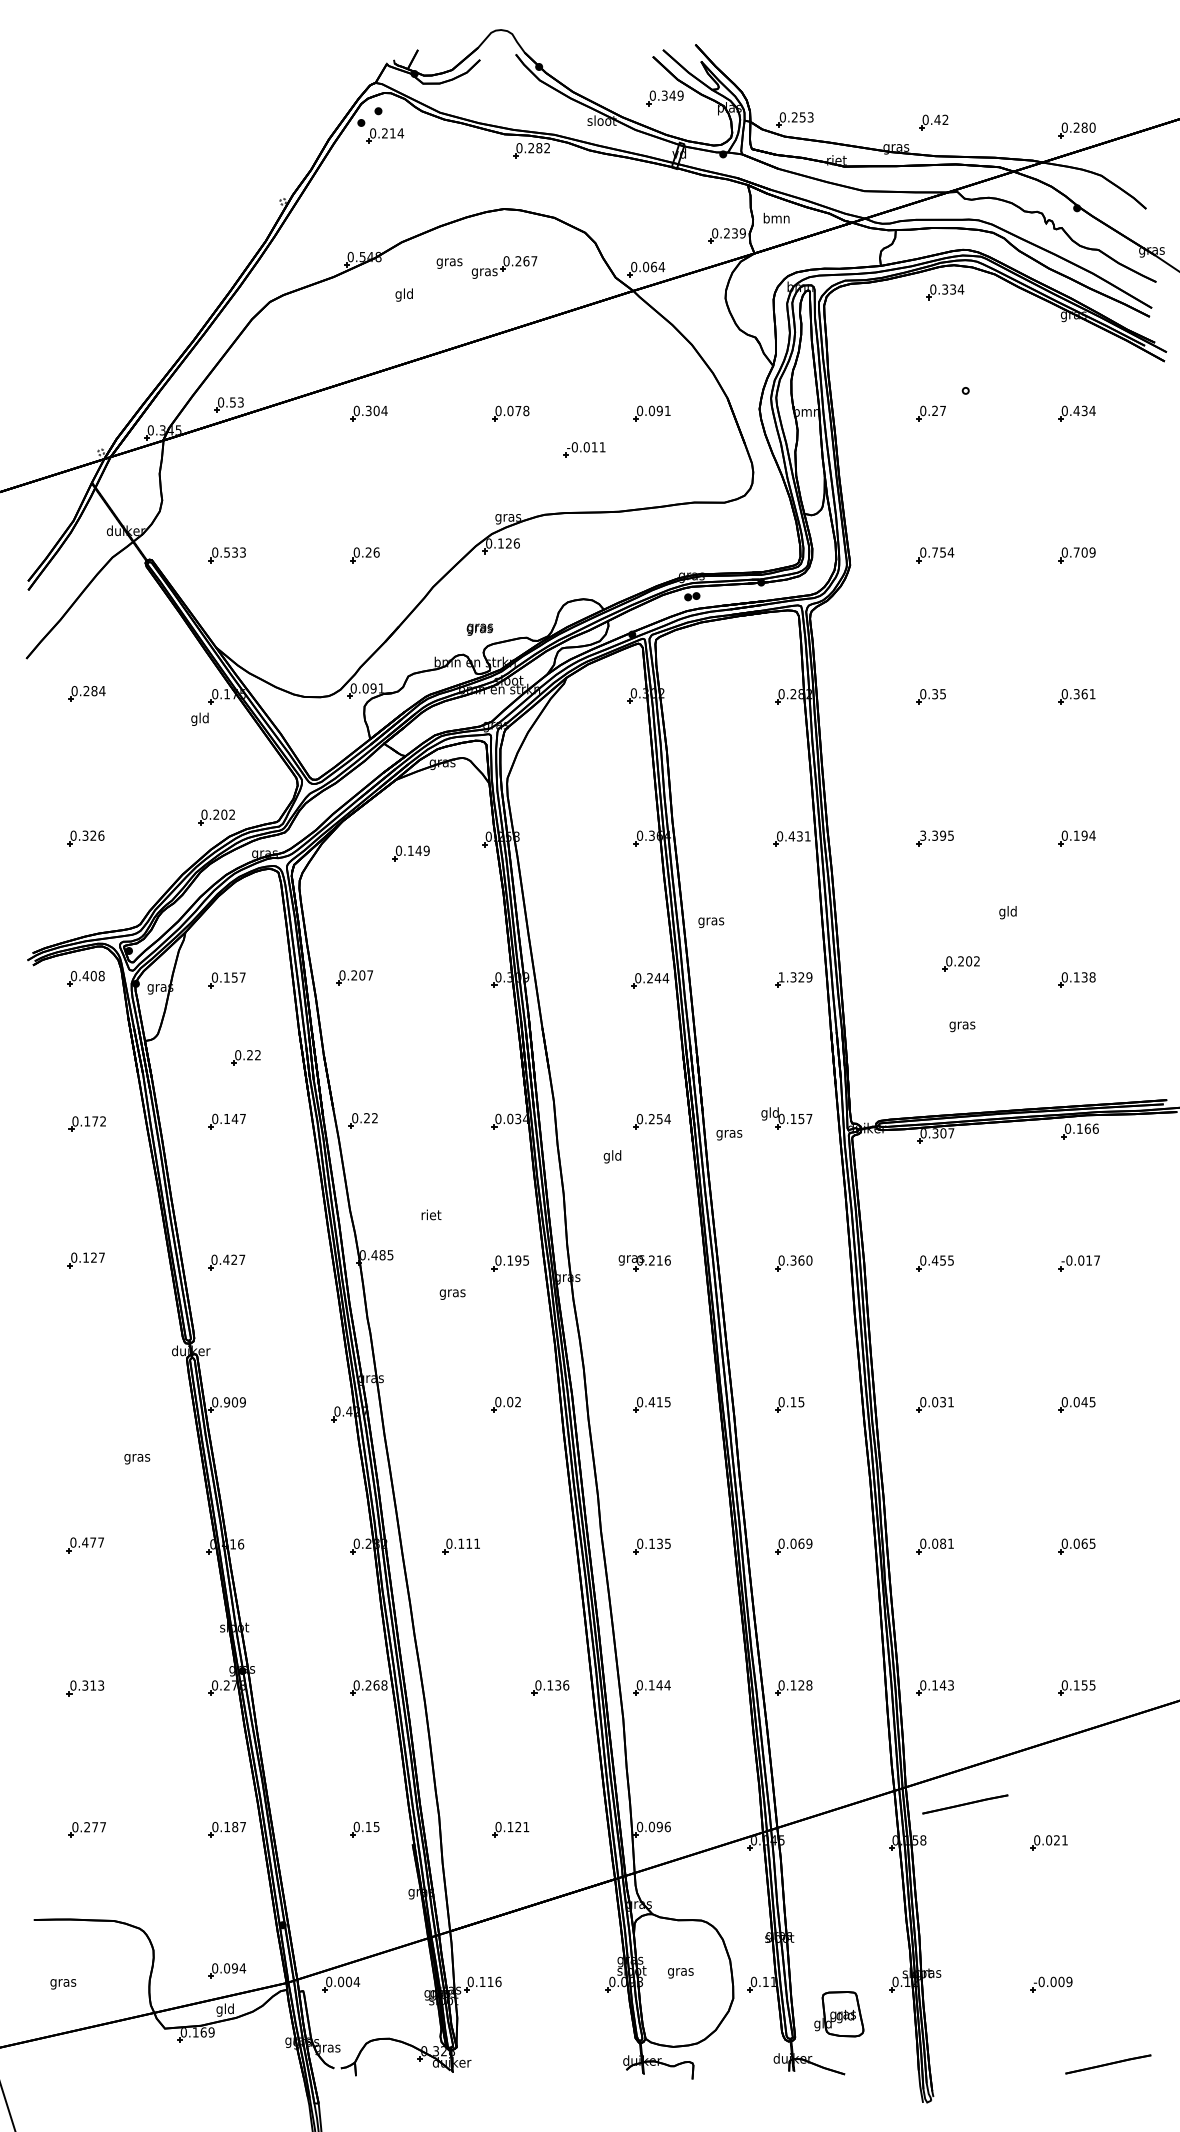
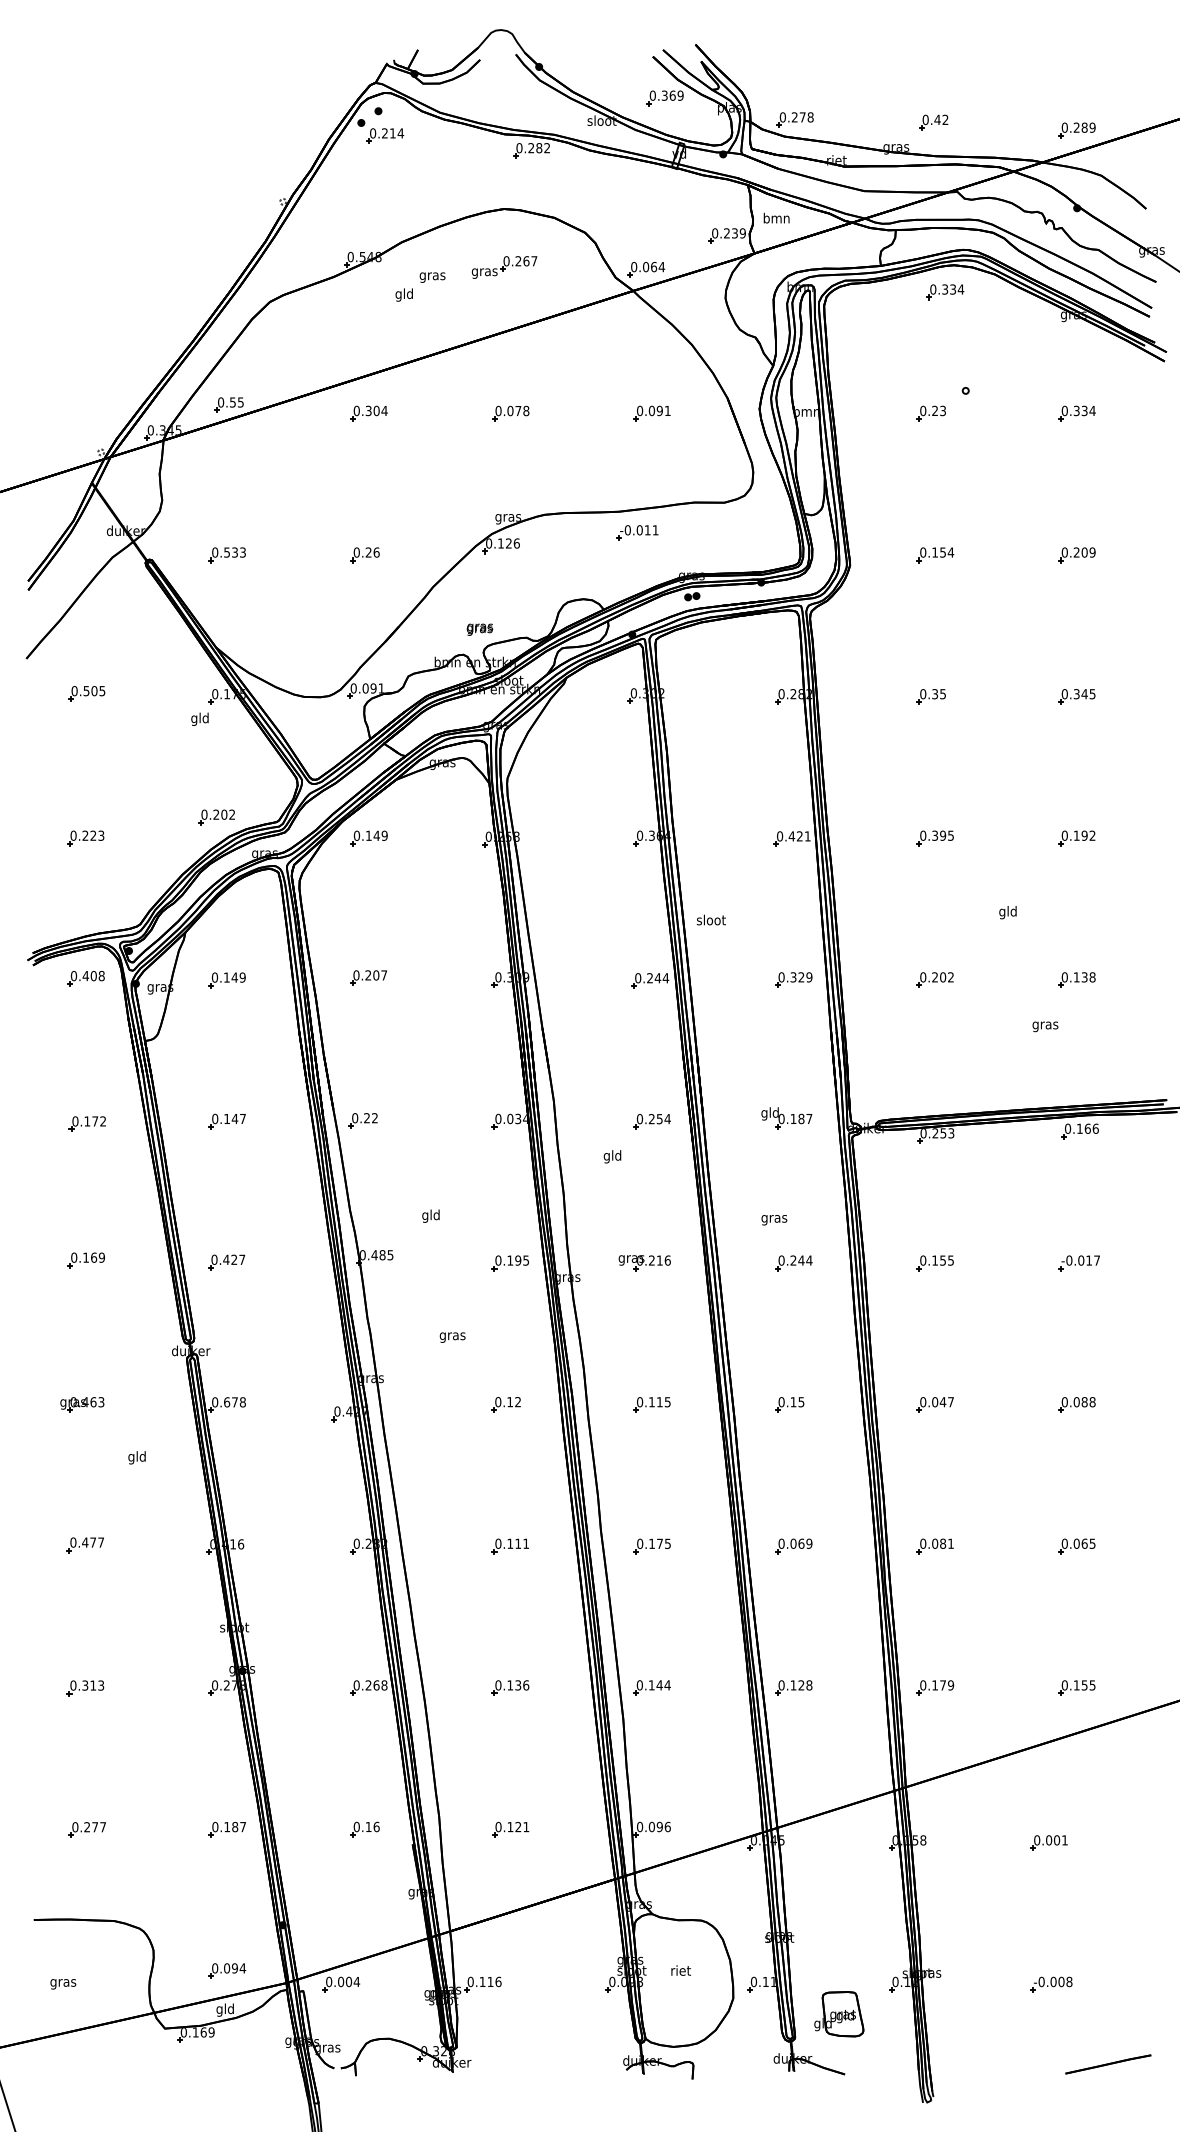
text at (672, 95): 0.349 -> 0.369
text at (806, 117): 0.253 -> 0.278
text at (1092, 127): 0.280 -> 0.289
text at (449, 263) position: (449, 263) -> (432, 277)
text at (240, 401): 0.53 -> 0.55
text at (942, 410): 0.27 -> 0.23
text at (1076, 410): 0.434 -> 0.334
part at (584, 449) position: (584, 449) -> (637, 532)
text at (934, 552): 0.754 -> 0.154
text at (1076, 552): 0.709 -> 0.209
text at (94, 691): 0.284 -> 0.505
text at (1088, 694): 0.361 -> 0.345
text at (93, 835): 0.326 -> 0.223
text at (923, 835): 3.395 -> 0.395
text at (1092, 835): 0.194 -> 0.192
text at (799, 836): 0.431 -> 0.421
part at (410, 853) position: (410, 853) -> (368, 838)
text at (710, 921): gras -> sloot
part at (960, 963) position: (960, 963) -> (934, 979)
text at (238, 977): 0.157 -> 0.149
part at (354, 977) position: (354, 977) -> (368, 977)
text at (781, 977): 1.329 -> 0.329
text at (962, 1026) position: (962, 1026) -> (1045, 1026)
part at (245, 1057): present -> none
text at (801, 1118): 0.157 -> 0.187
text at (943, 1133): 0.307 -> 0.253
text at (729, 1135) position: (729, 1135) -> (774, 1220)
text at (431, 1215): riet -> gld
text at (97, 1257): 0.127 -> 0.169
text at (801, 1260): 0.360 -> 0.244
text at (934, 1260): 0.455 -> 0.155
text at (452, 1294) position: (452, 1294) -> (452, 1337)
text at (234, 1402): 0.909 -> 0.678
text at (510, 1402): 0.02 -> 0.12
text at (651, 1402): 0.415 -> 0.115
text at (946, 1402): 0.031 -> 0.047
text at (1088, 1402): 0.045 -> 0.088
part at (82, 1404): none -> present
text at (137, 1457): gras -> gld
text at (659, 1543): 0.135 -> 0.175
part at (460, 1546) position: (460, 1546) -> (509, 1546)
text at (946, 1685): 0.143 -> 0.179
part at (550, 1687) position: (550, 1687) -> (510, 1687)
line at (965, 1804): present -> none
text at (376, 1826): 0.15 -> 0.16
text at (1057, 1840): 0.021 -> 0.001
text at (680, 1971): gras -> riet
text at (1069, 1982): -0.009 -> -0.008
